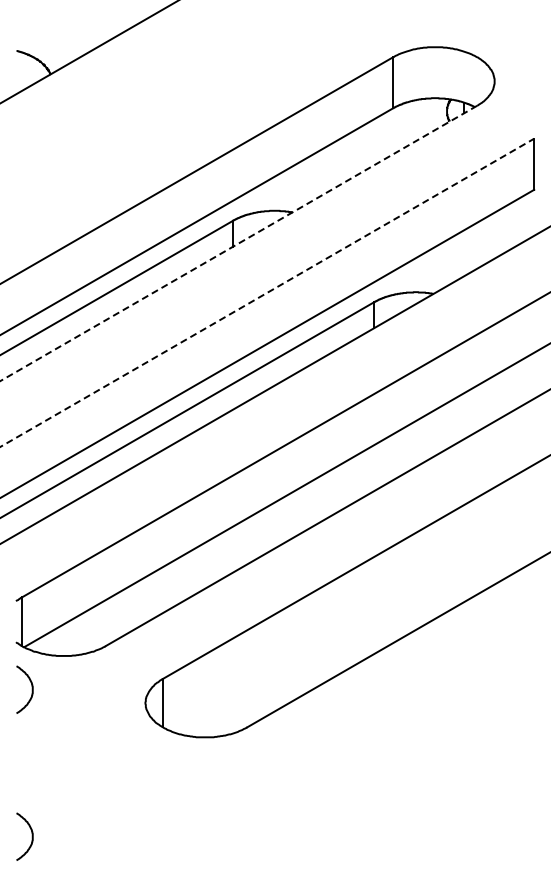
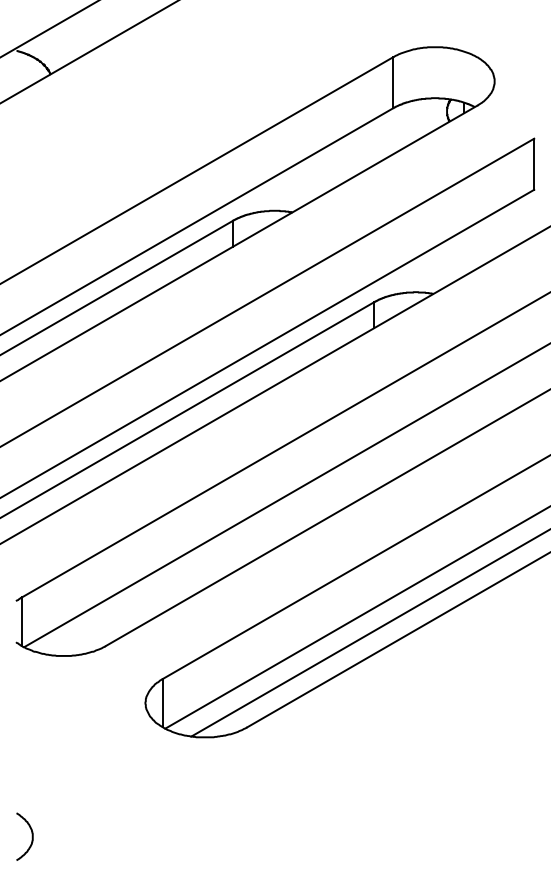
line at (49, 29): none -> present
line at (238, 243): dashed -> solid
line at (267, 292): dashed -> solid
line at (356, 617): none -> present
line at (369, 633): none -> present
curve at (31, 689): present -> none
